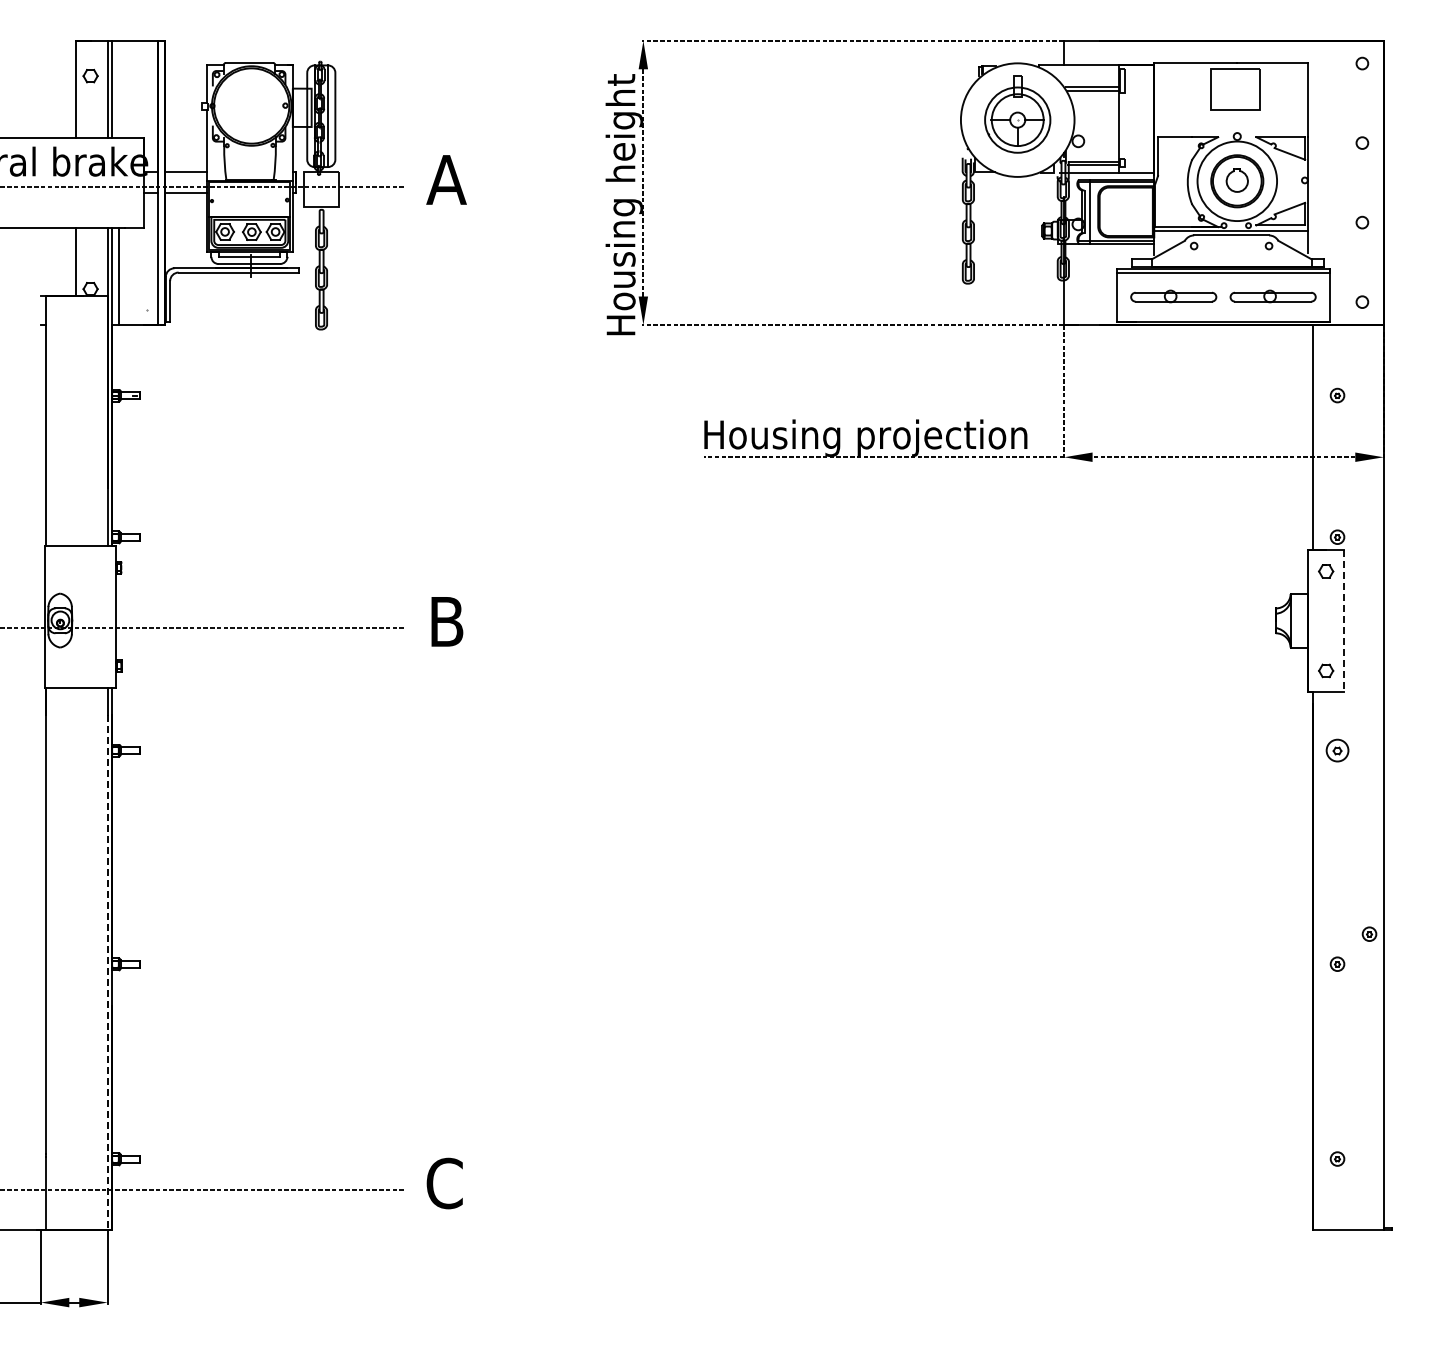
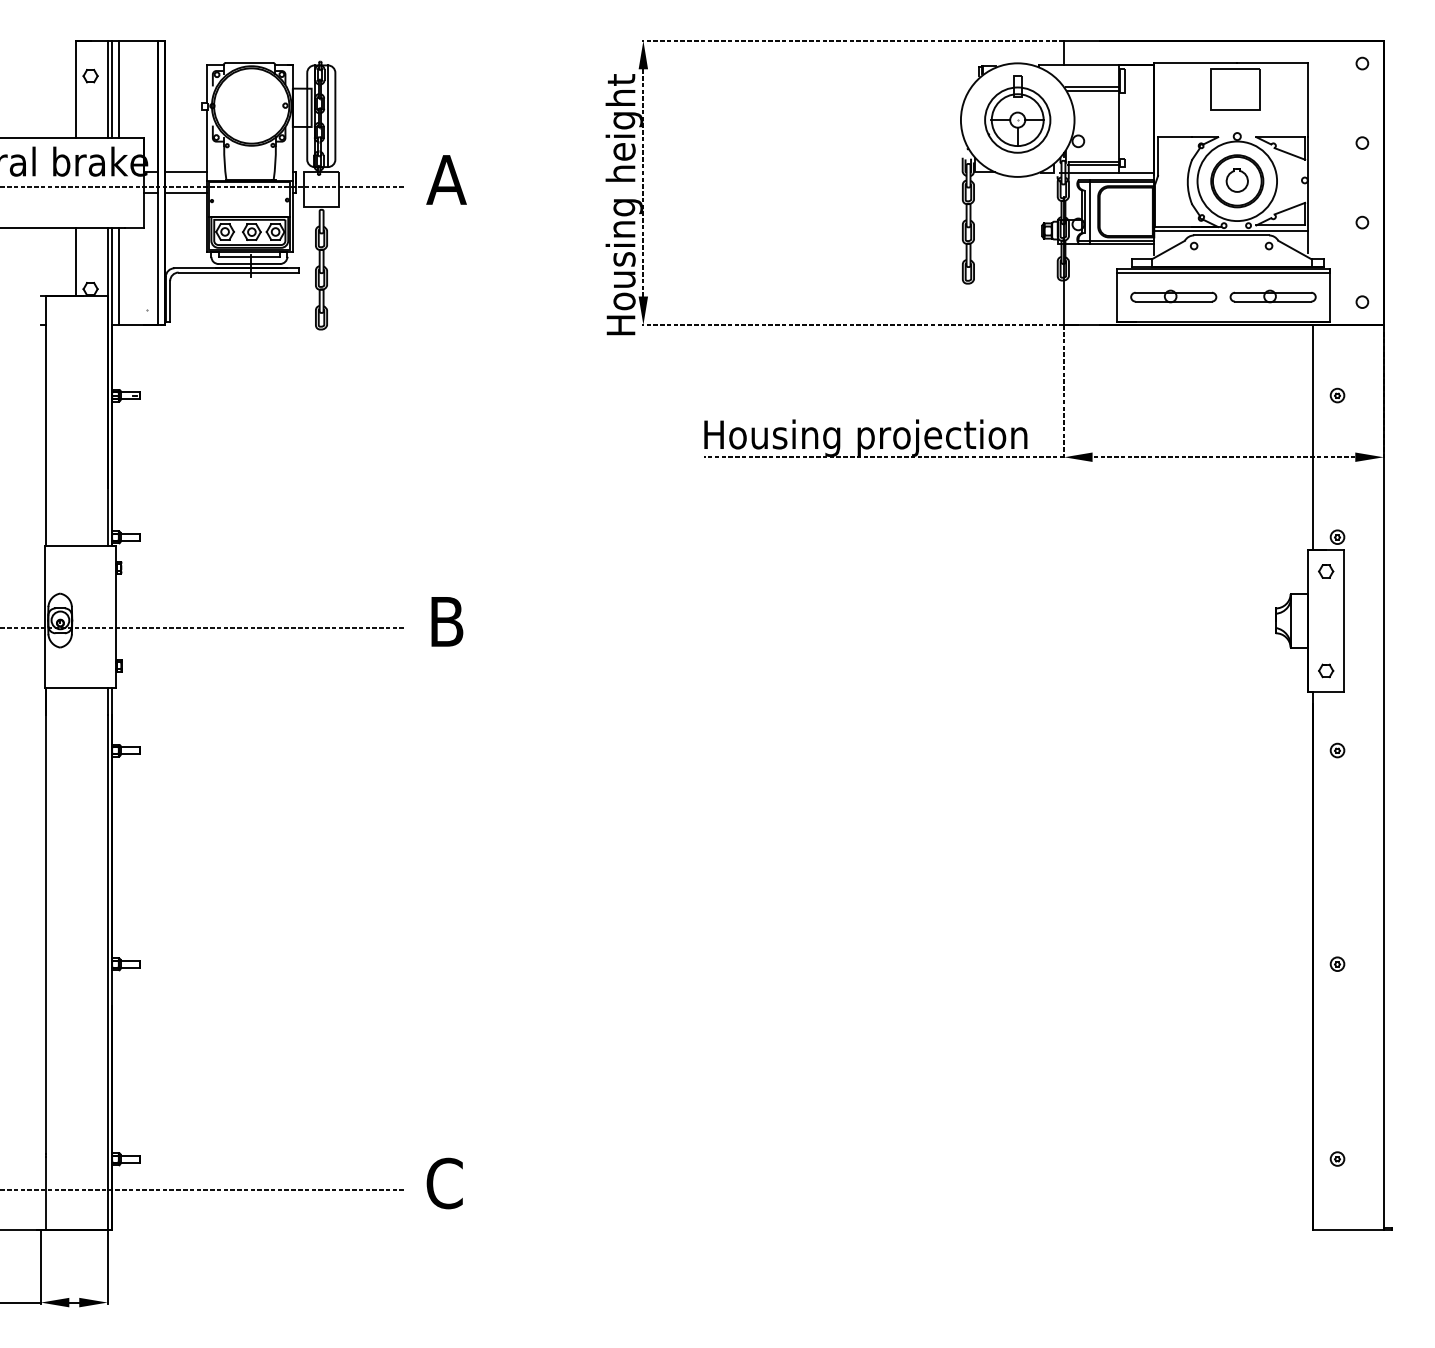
line at (119, 88): none -> present
line at (1343, 621): dashed -> solid
part at (1337, 750) size: 25x25 px -> 17x17 px
part at (1369, 933): present -> none
line at (107, 973): dashed -> solid
